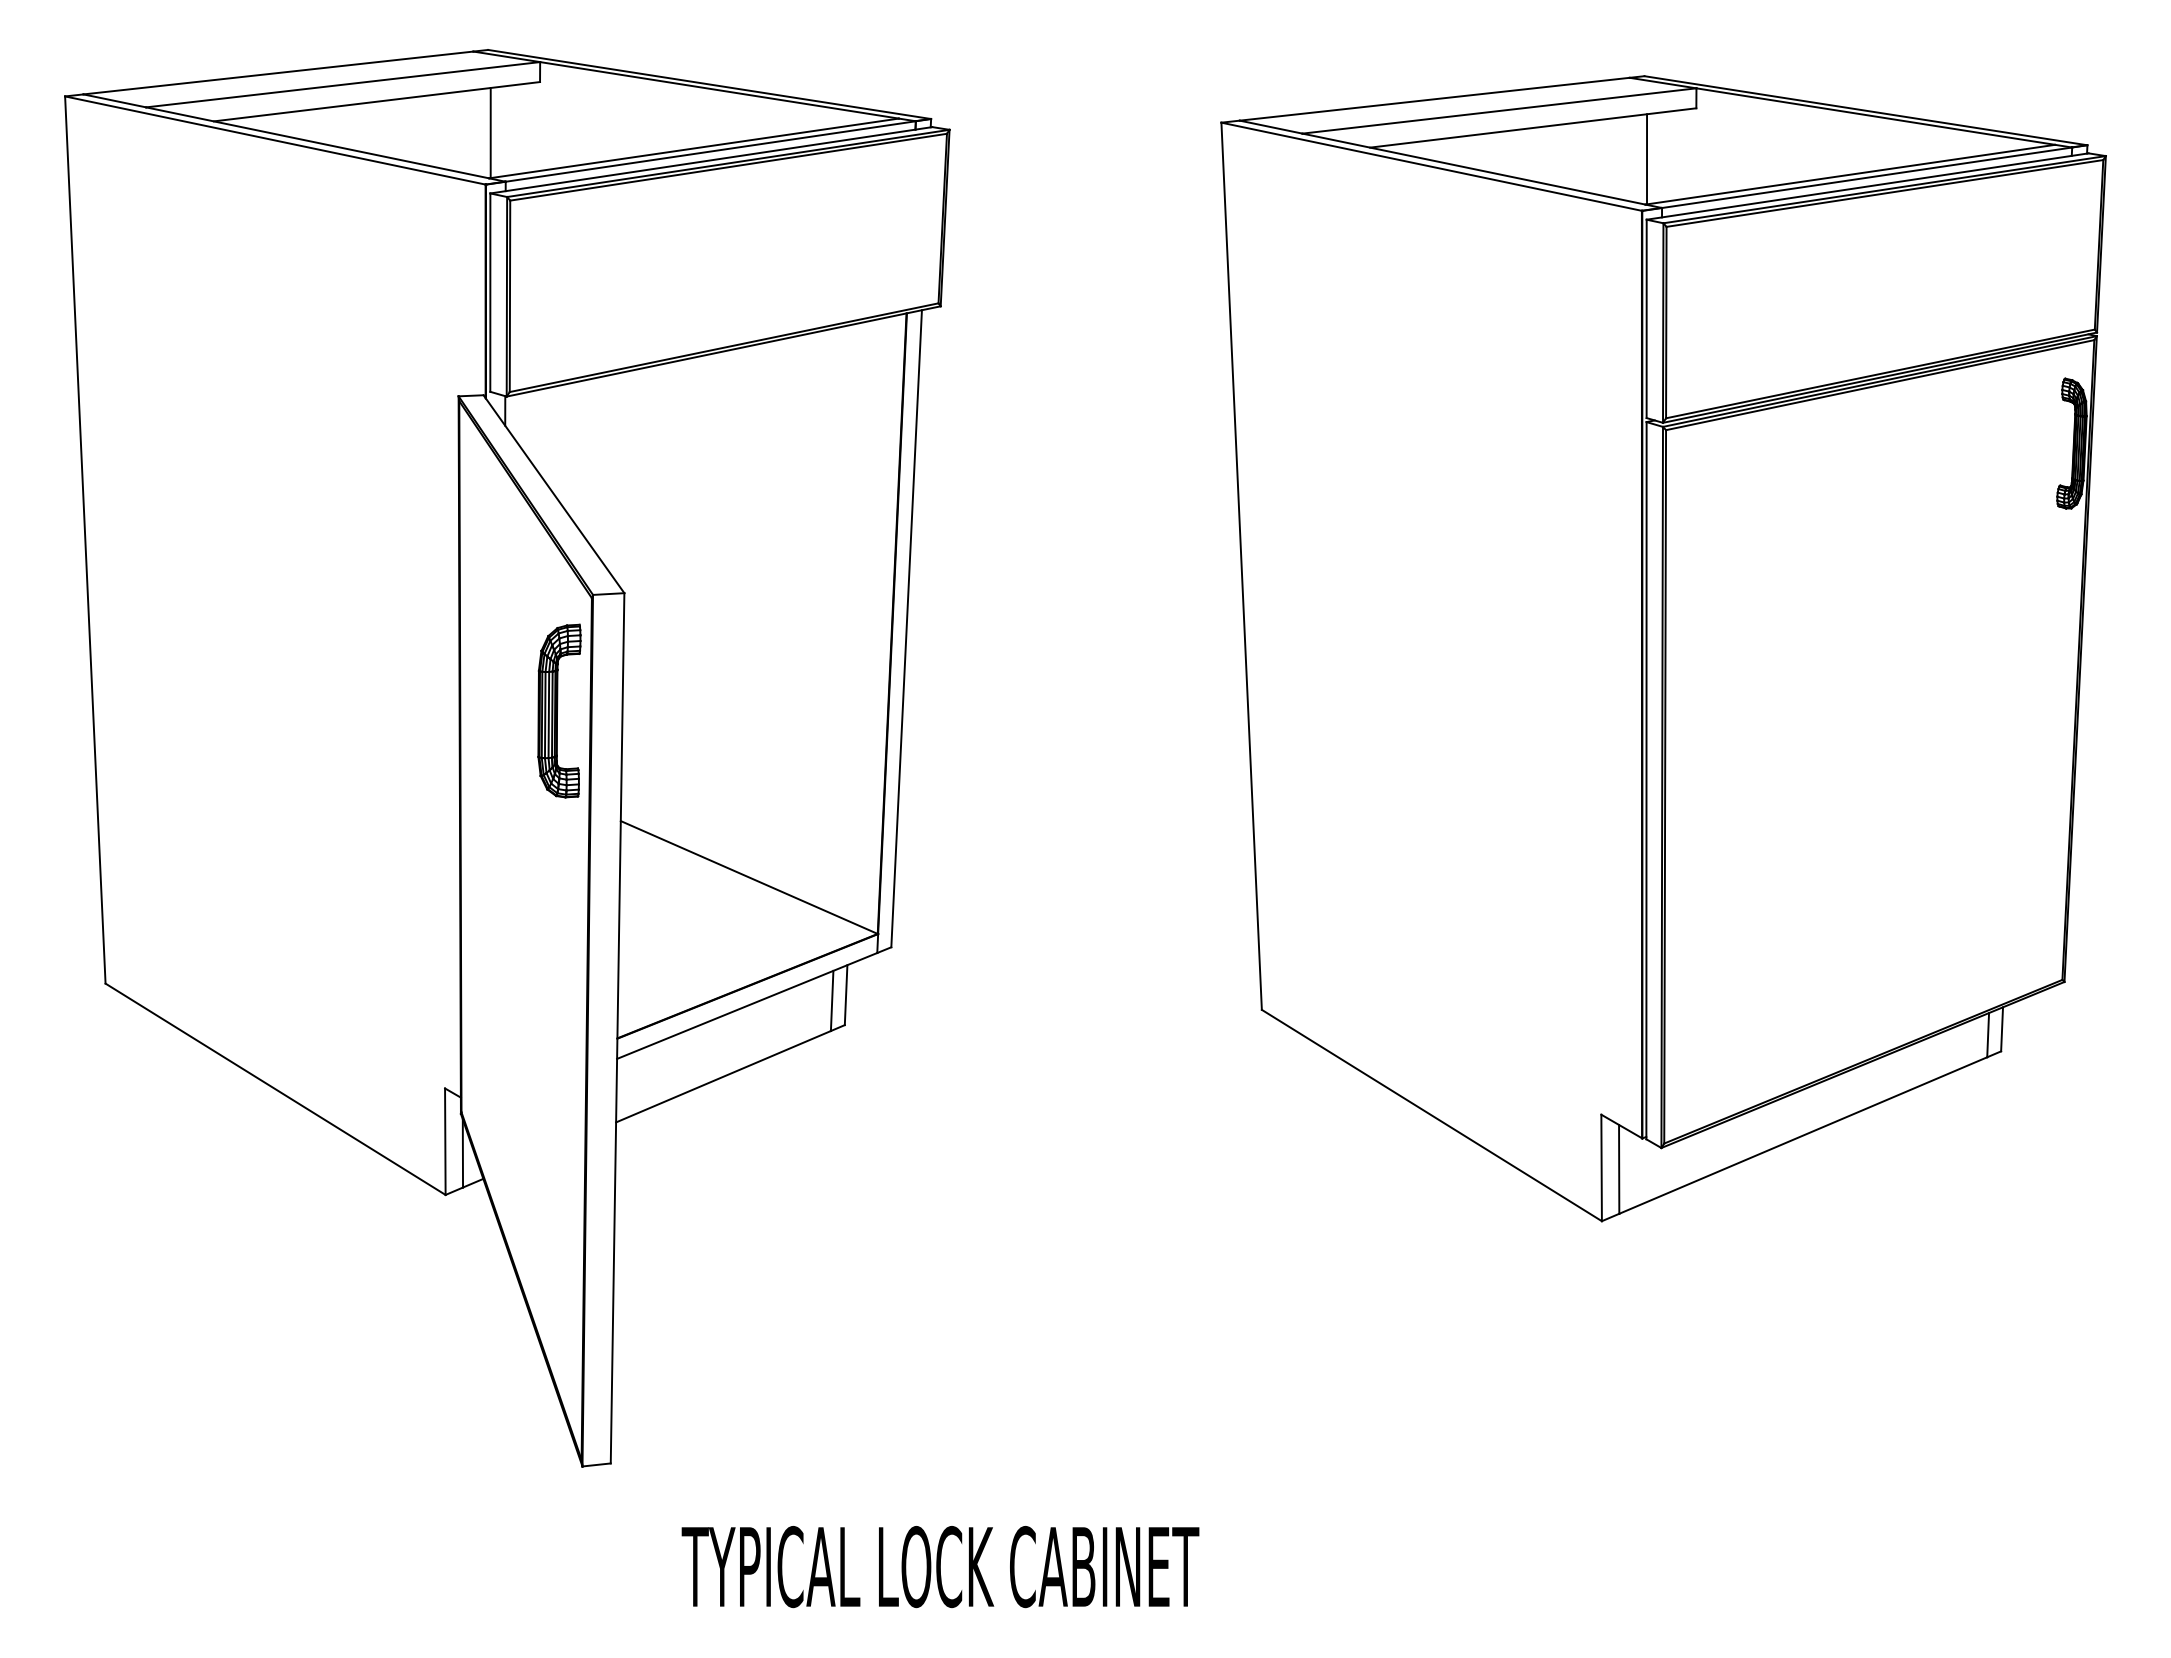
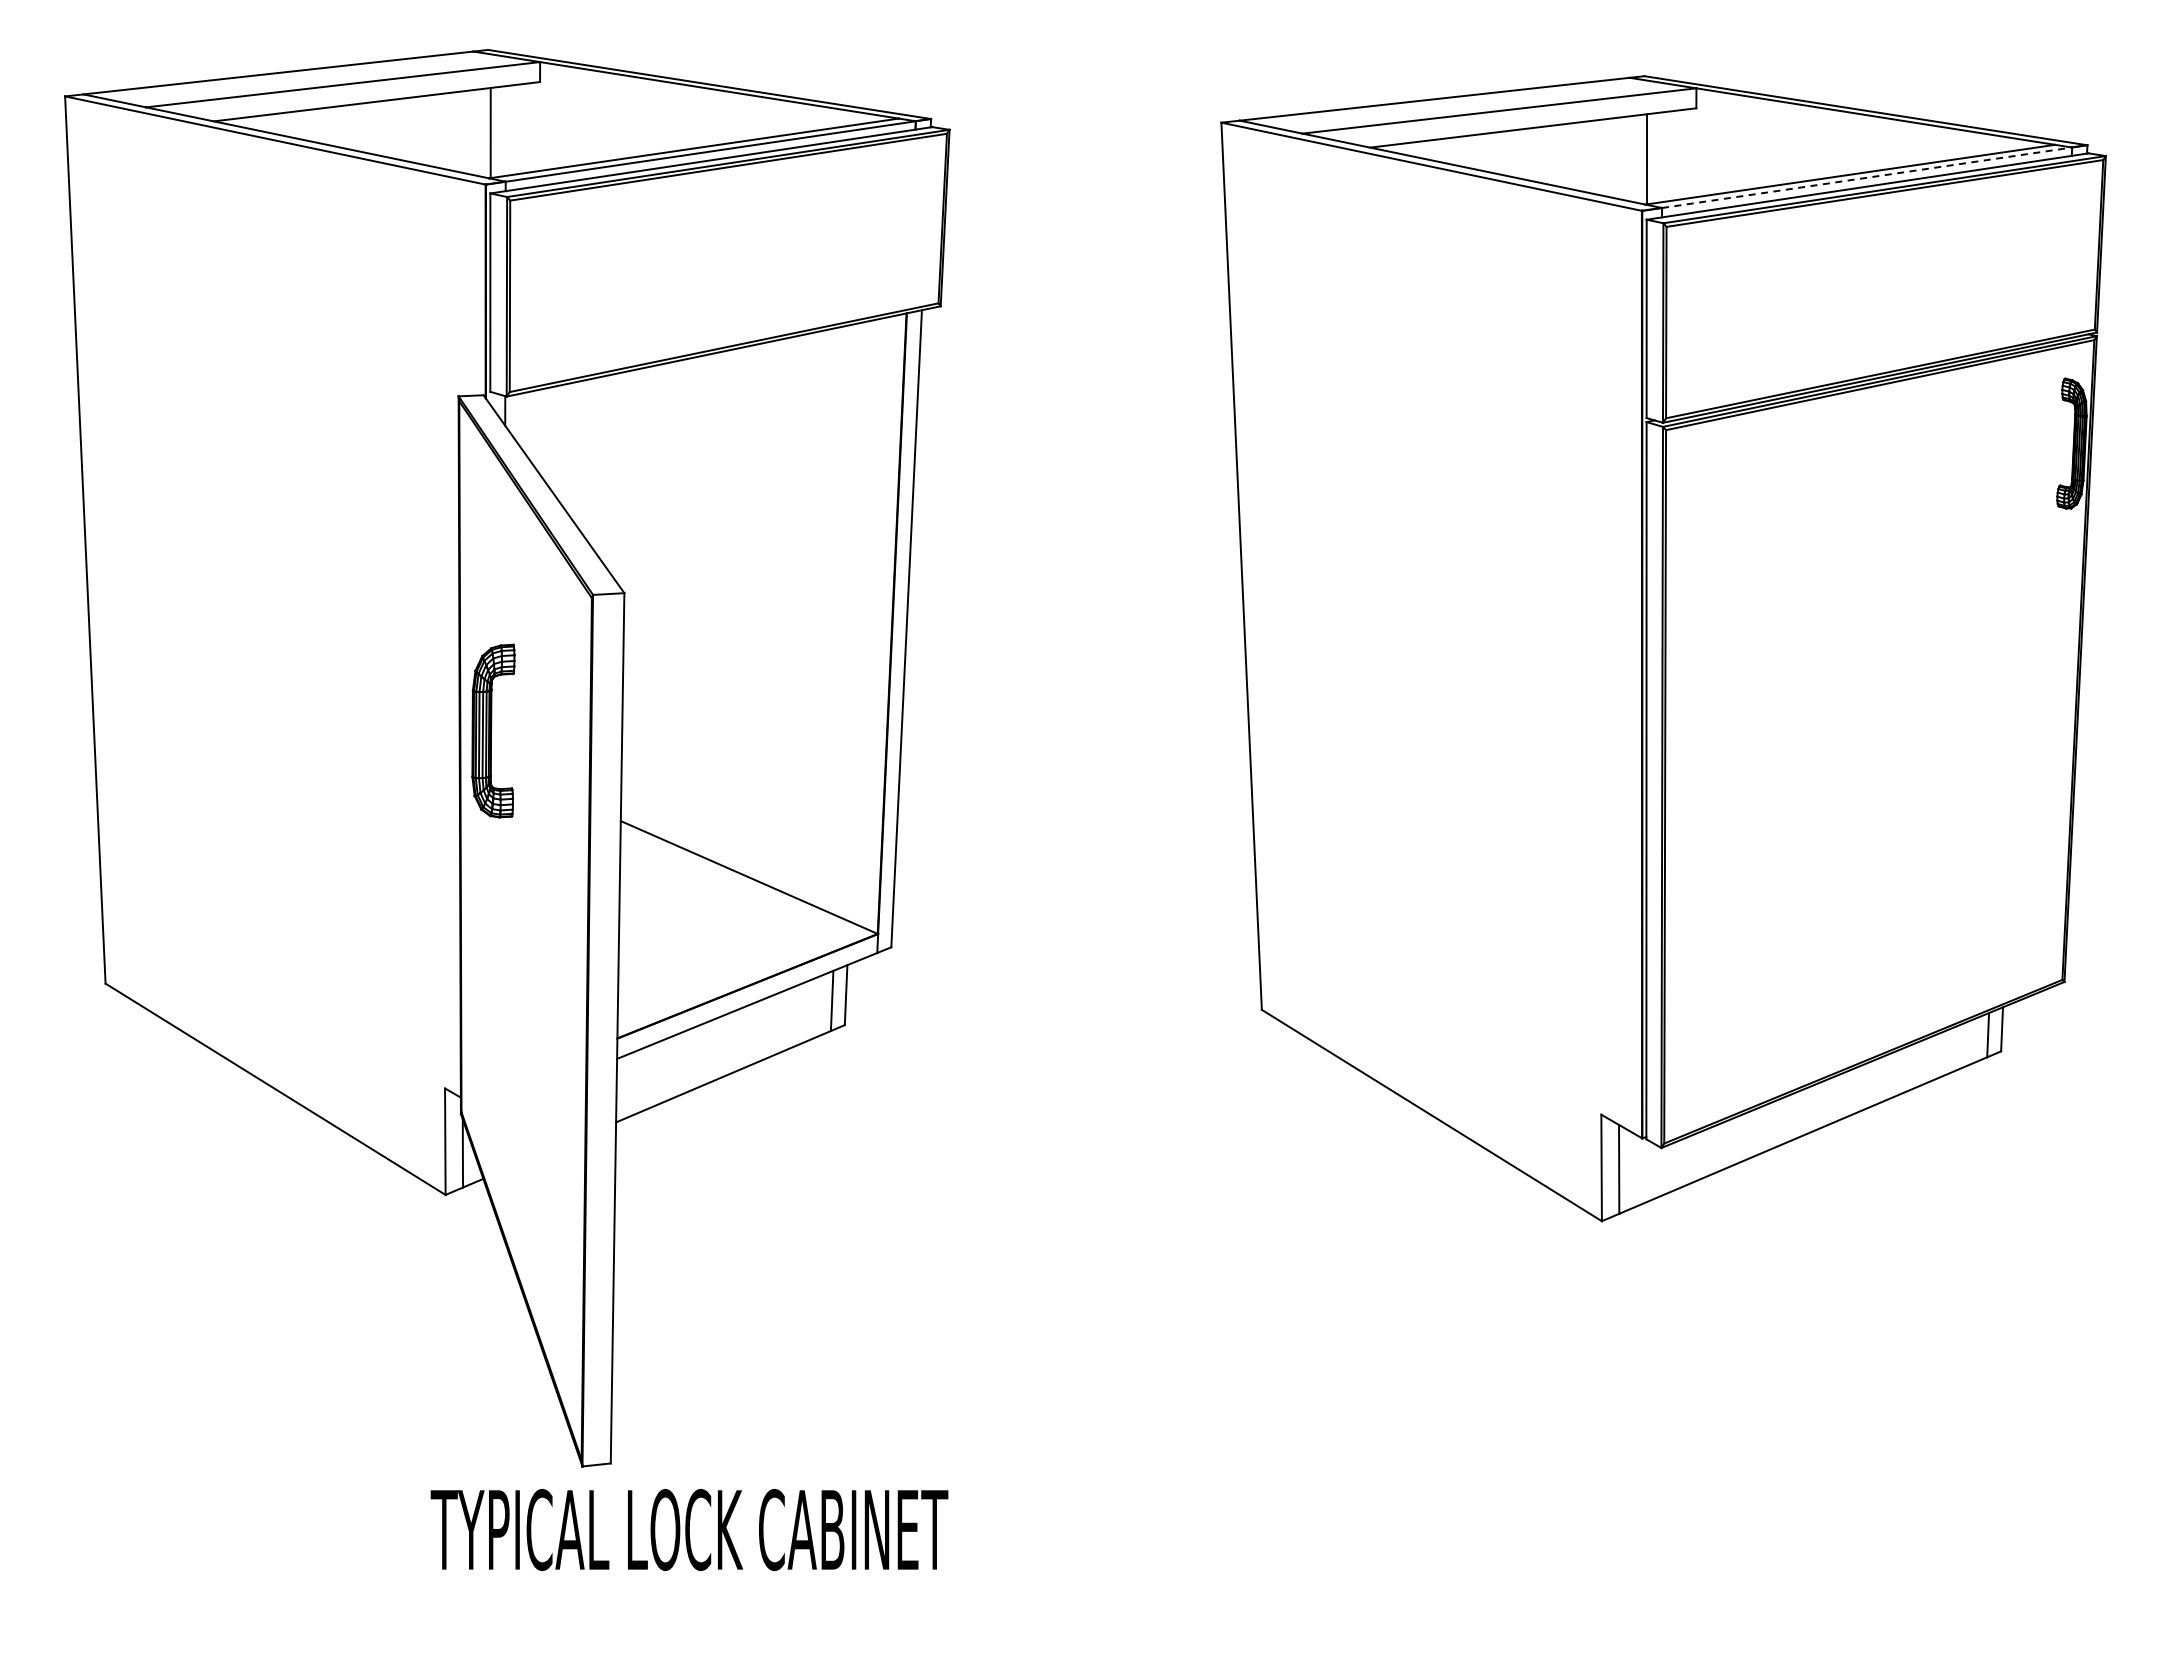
line at (1867, 177): solid -> dashed
part at (559, 710) position: (559, 710) -> (493, 730)
text at (940, 1567) position: (940, 1567) -> (689, 1530)
